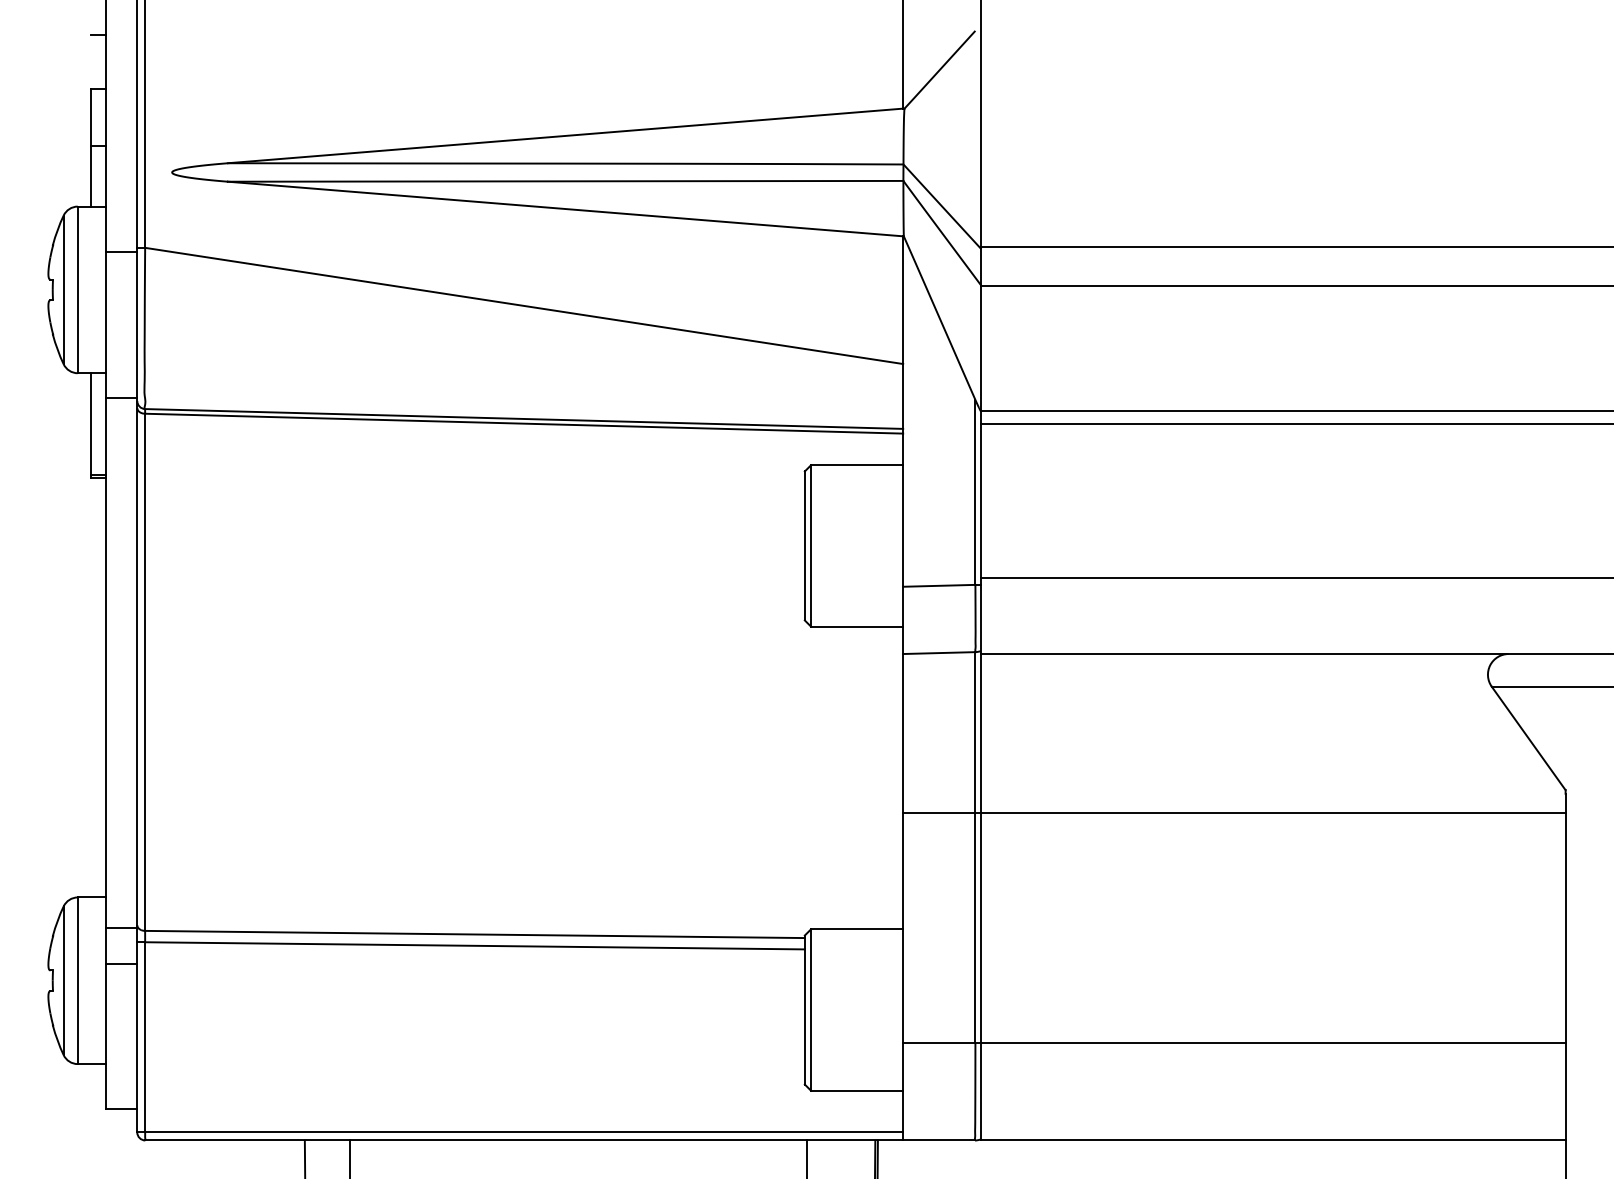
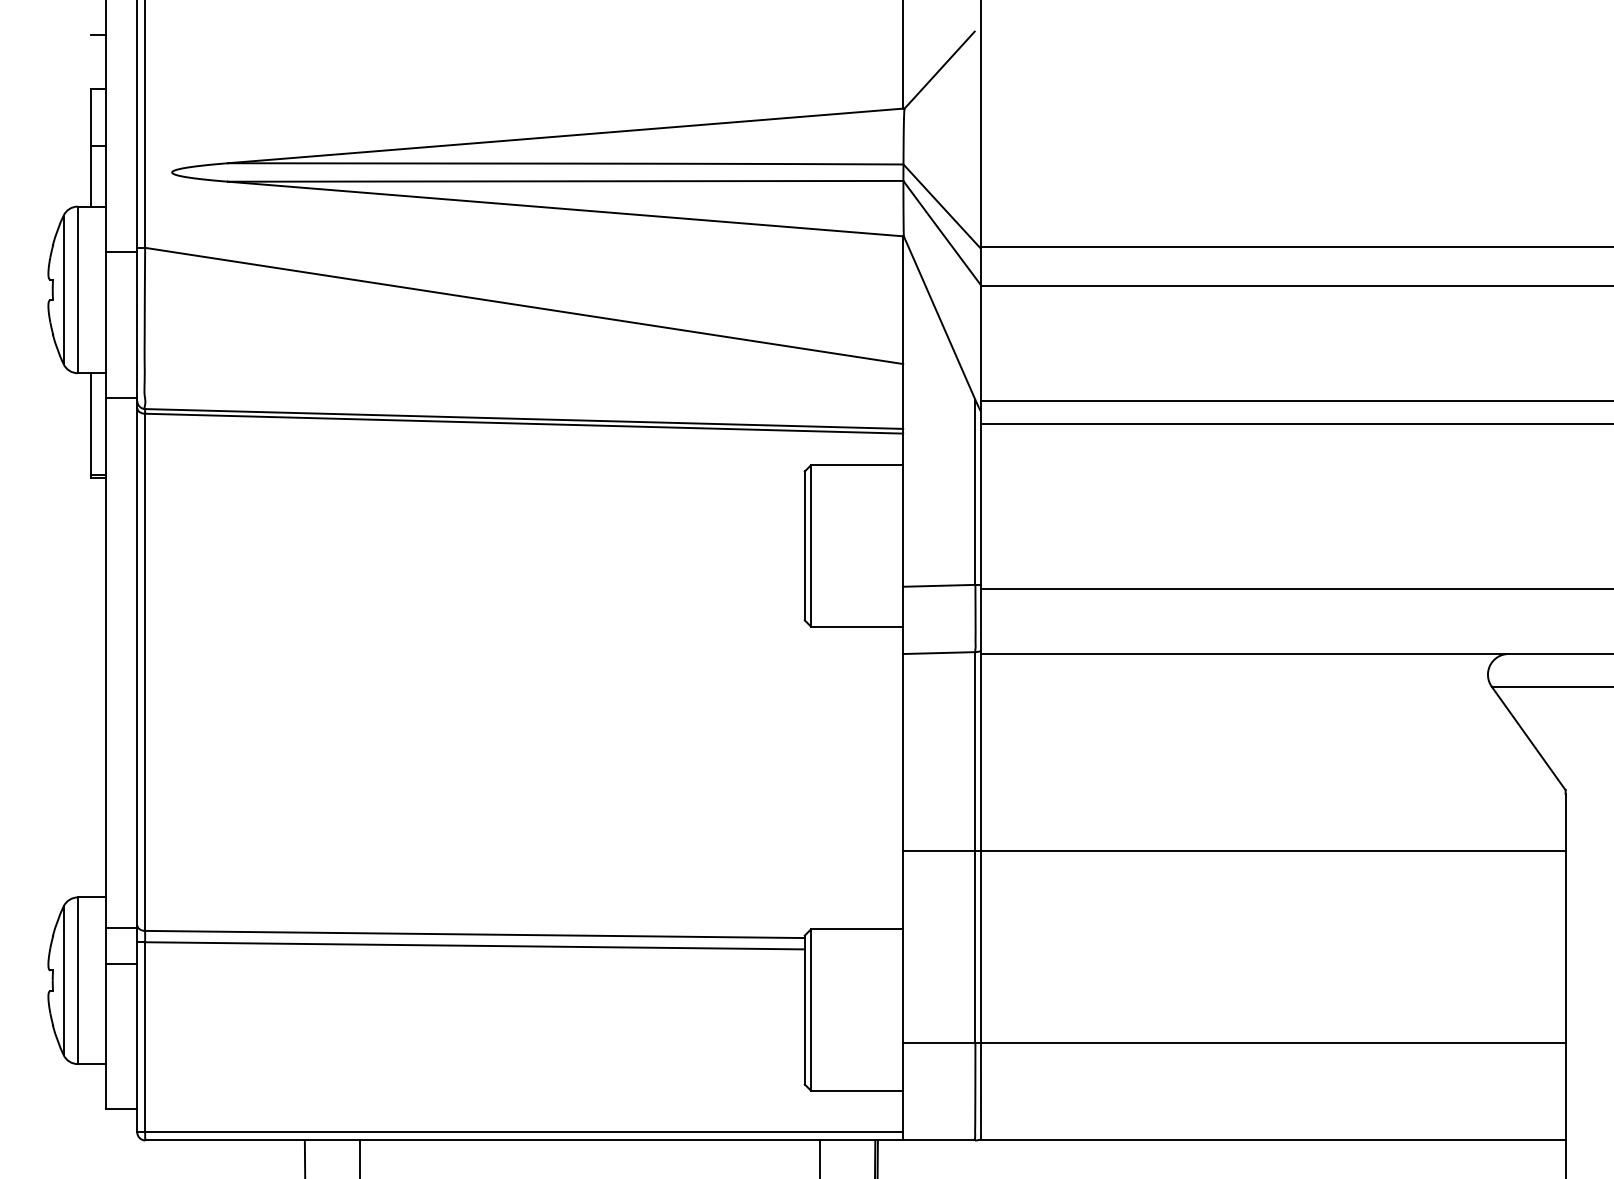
line at (1295, 411) position: (1295, 411) -> (1295, 401)
line at (1295, 578) position: (1295, 578) -> (1295, 589)
line at (1234, 812) position: (1234, 812) -> (1234, 850)
line at (349, 1157) position: (349, 1157) -> (359, 1157)
line at (807, 1157) position: (807, 1157) -> (820, 1157)
